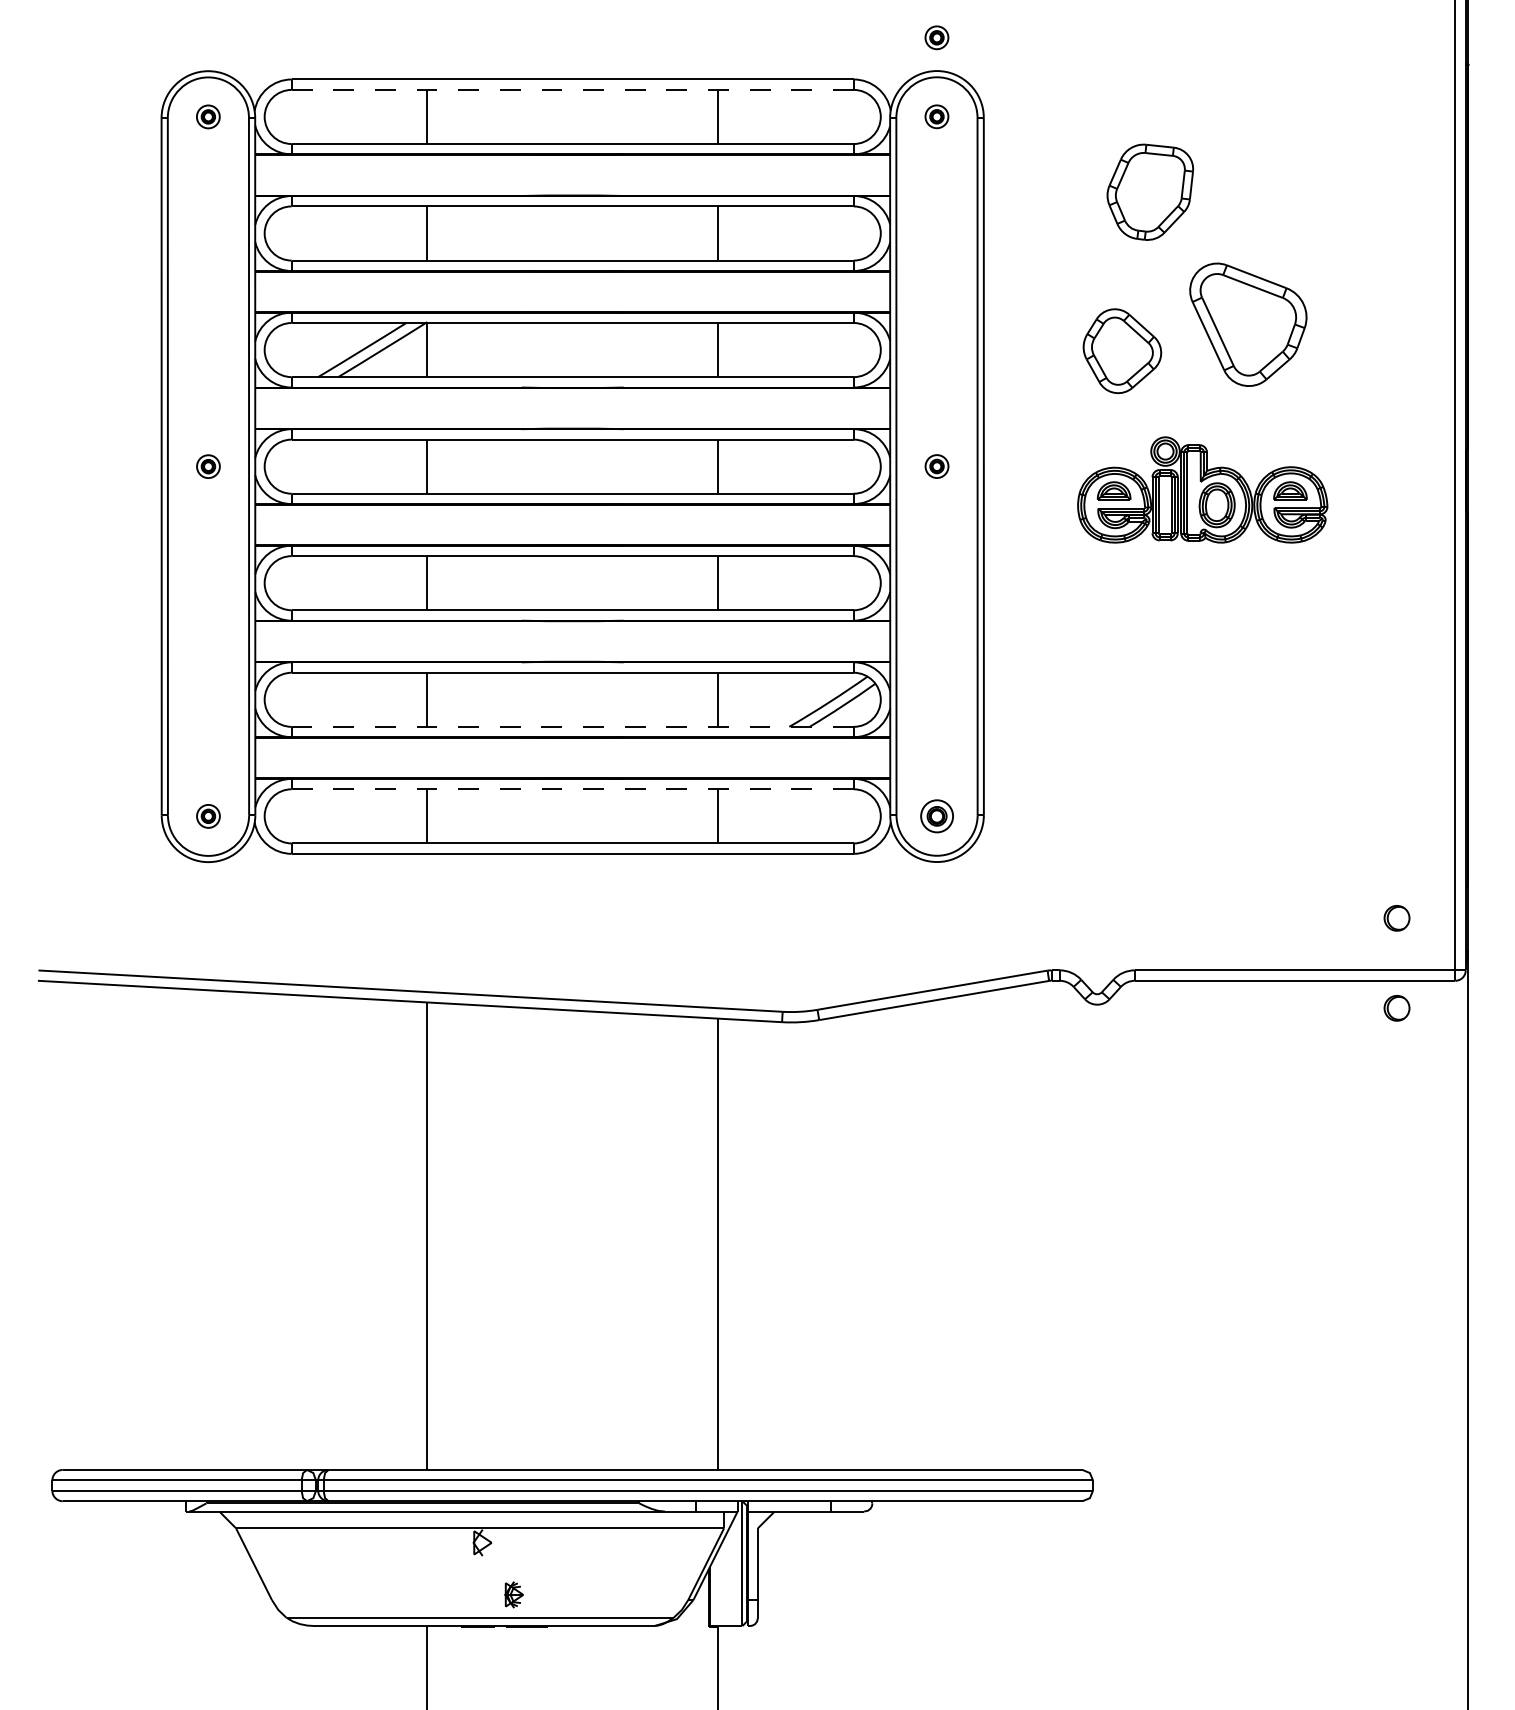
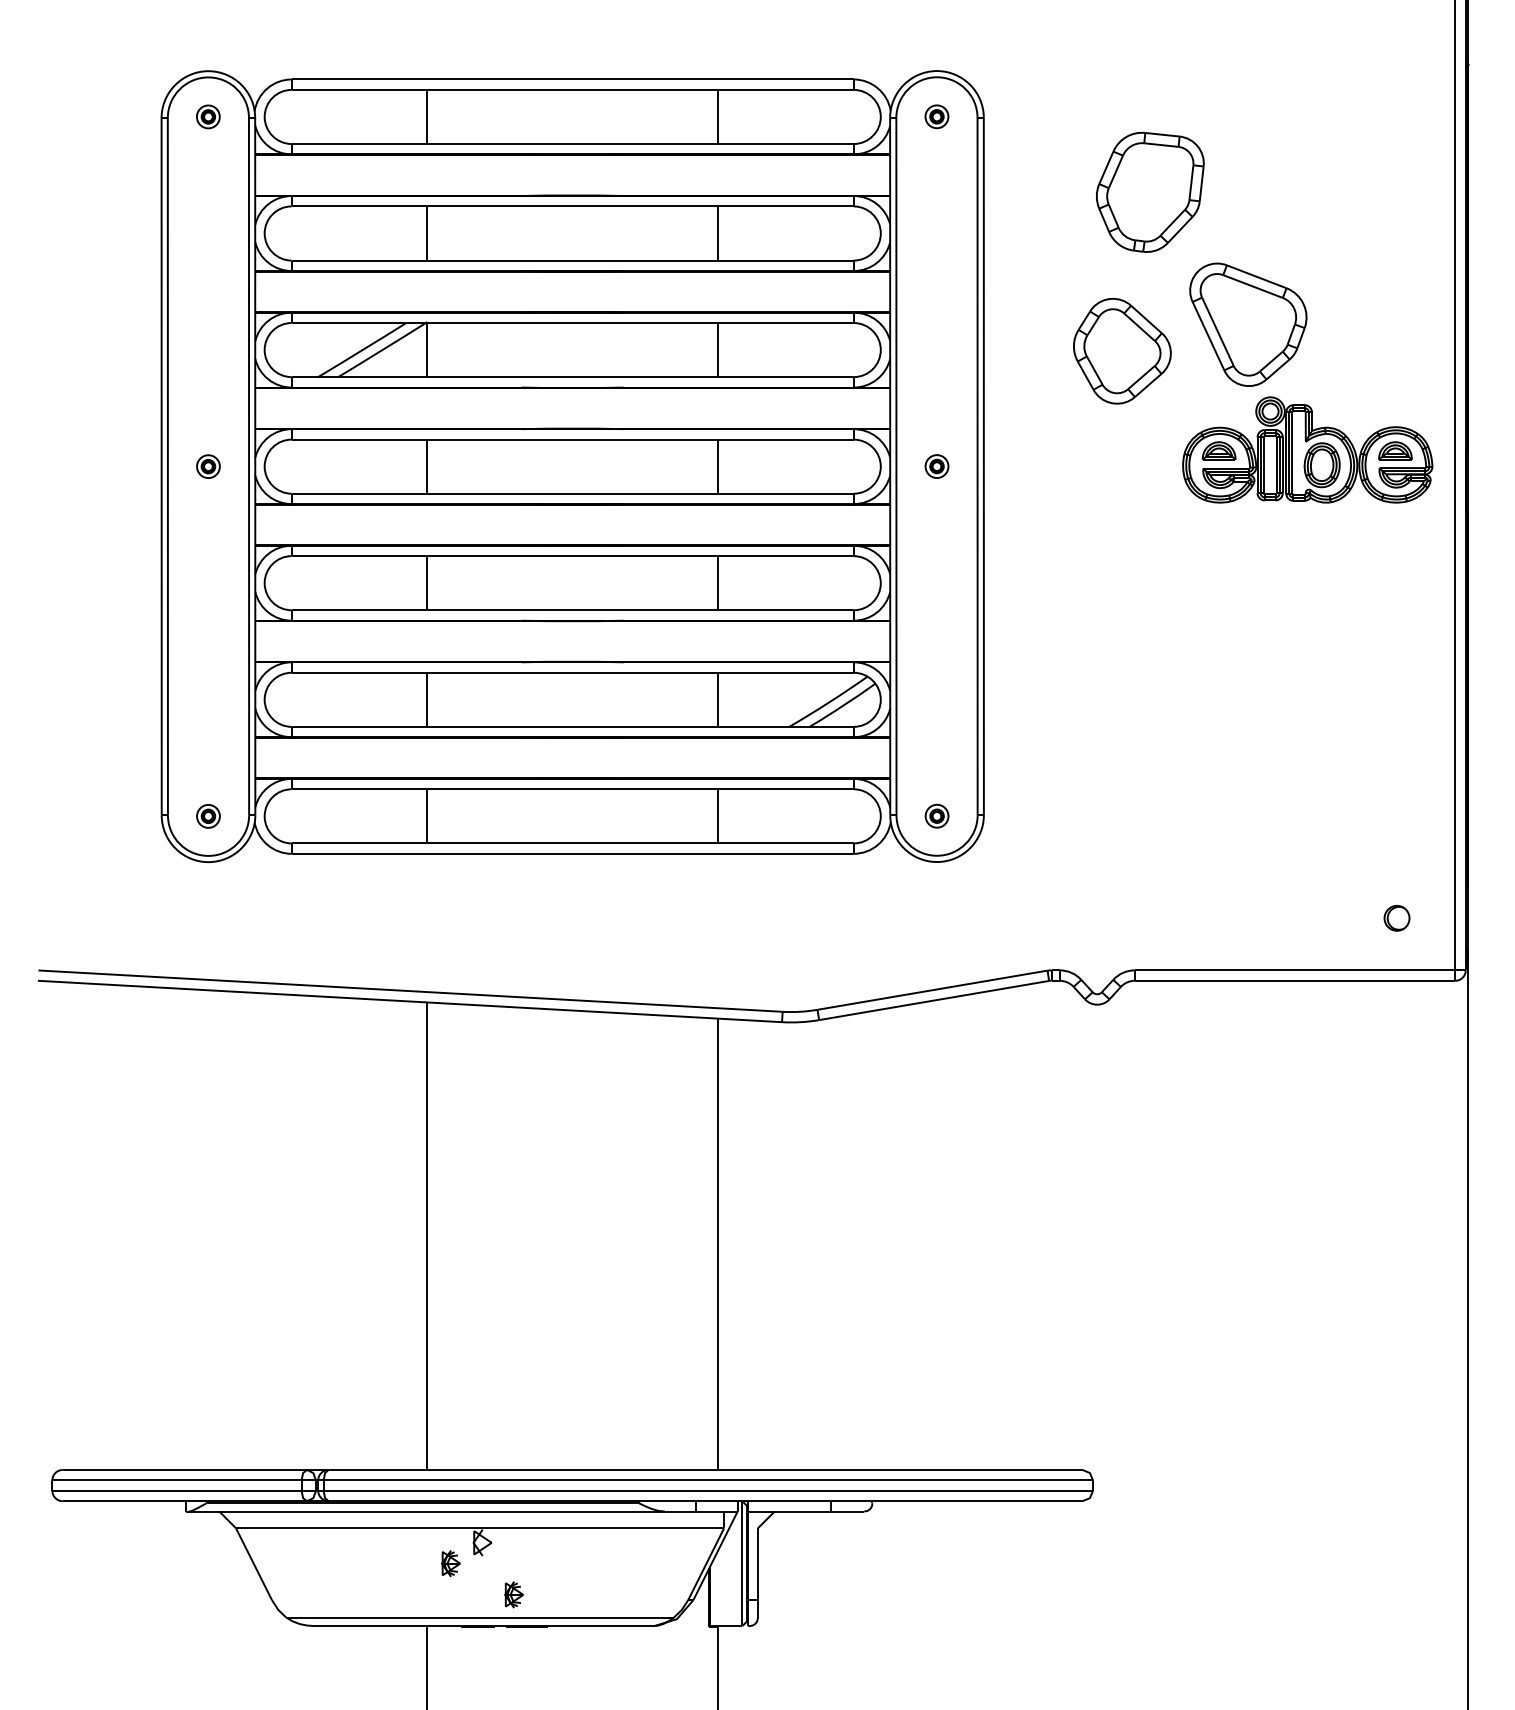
part at (936, 37): present -> none
line at (572, 89): dashed -> solid
part at (1150, 191) size: 89x98 px -> 109x122 px
part at (1122, 351) size: 81x87 px -> 99x108 px
part at (1202, 489) position: (1202, 489) -> (1307, 449)
line at (573, 726): dashed -> solid
line at (572, 789): dashed -> solid
part at (936, 816) size: 34x35 px -> 26x26 px
part at (1396, 1008): present -> none
part at (450, 1563): none -> present
